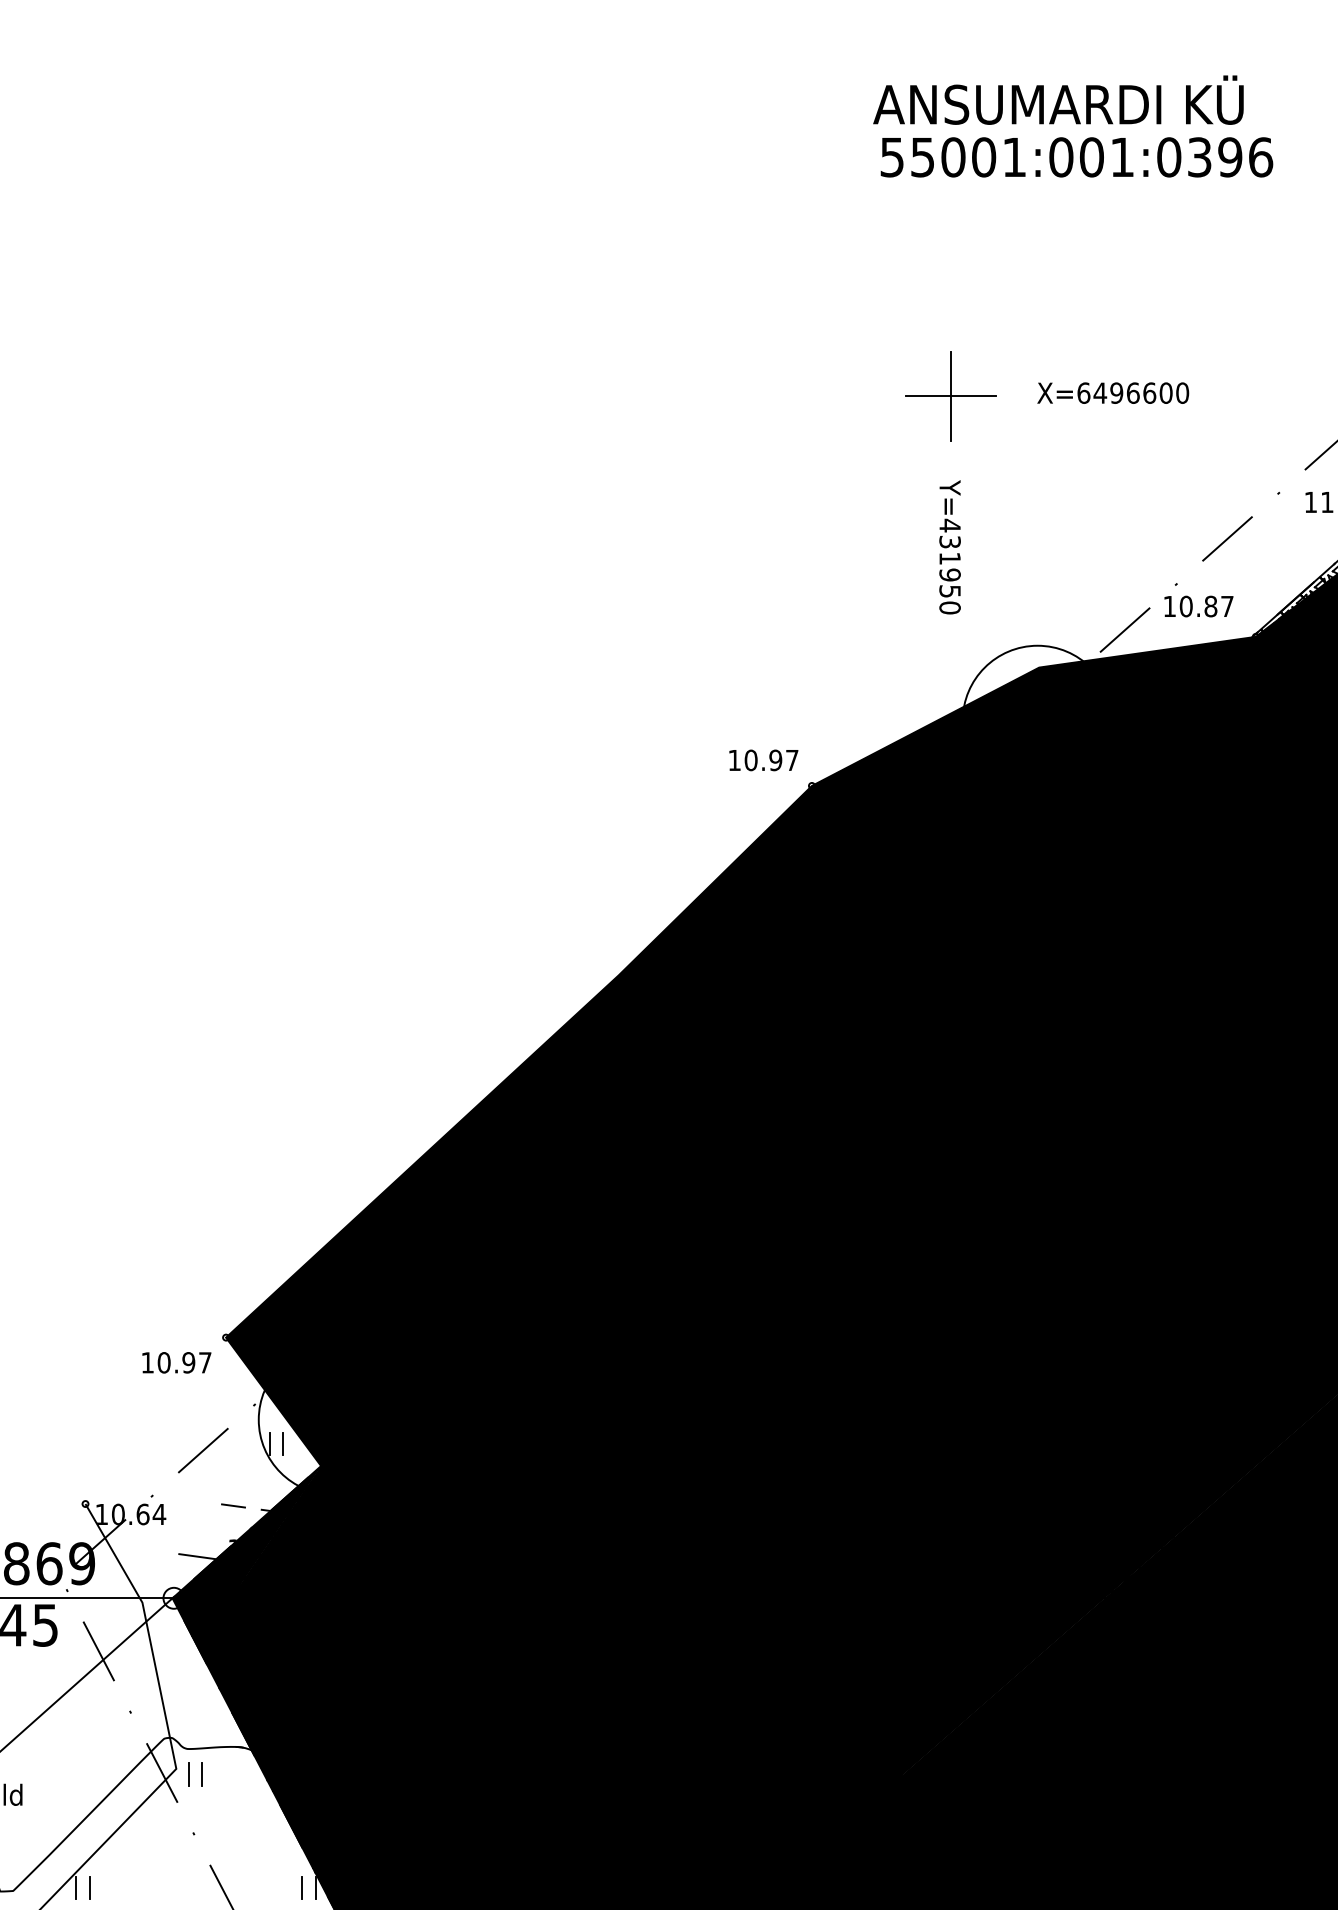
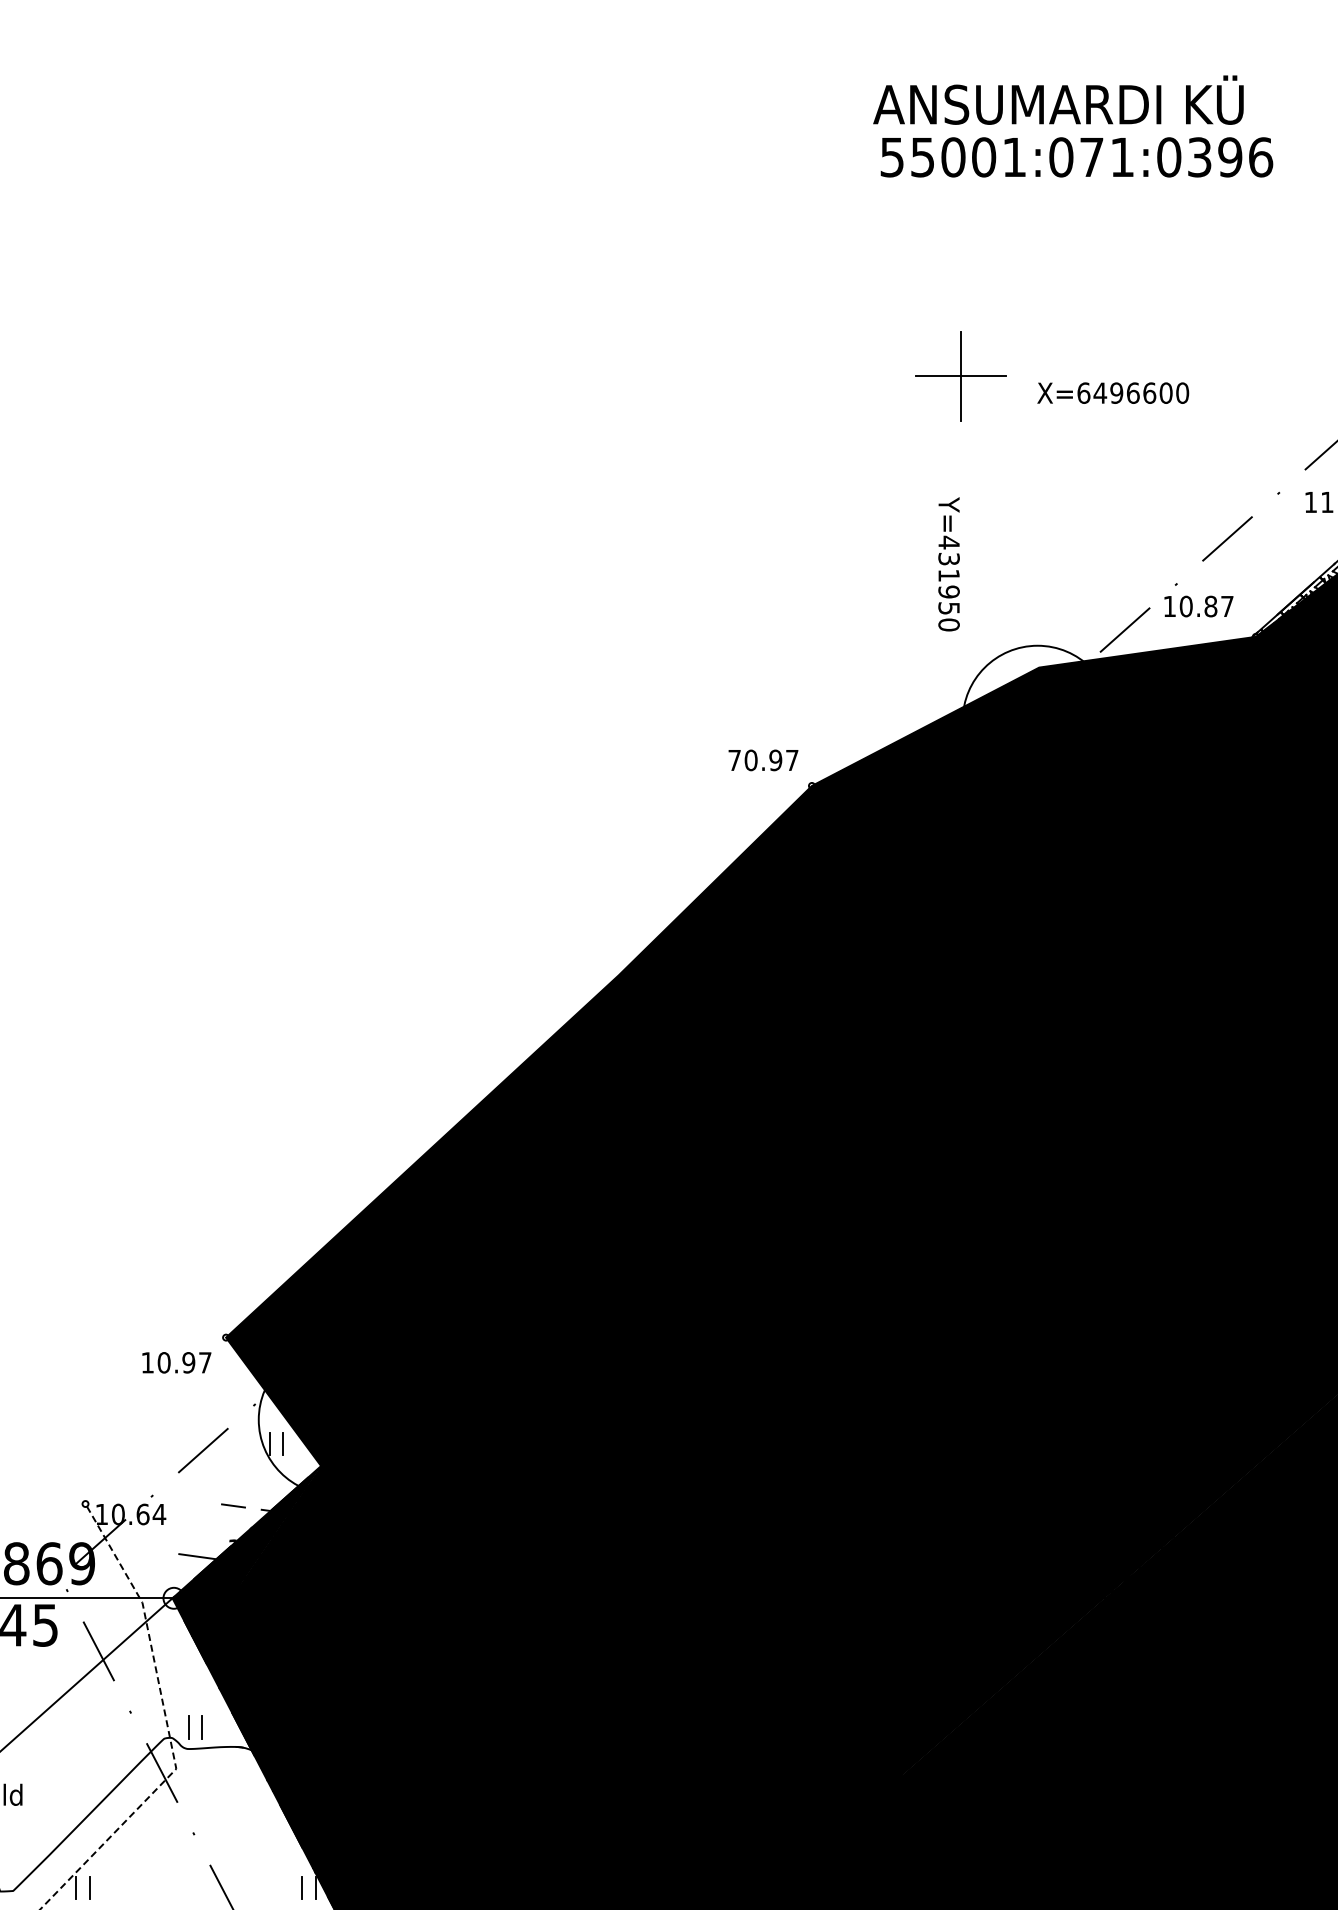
text at (1091, 157): 55001:001:0396 -> 55001:071:0396
part at (950, 396) position: (950, 396) -> (960, 376)
text at (949, 547) position: (949, 547) -> (948, 564)
text at (734, 760): 10.97 -> 70.97
line at (167, 1725): solid -> dashed
part at (195, 1774) position: (195, 1774) -> (195, 1727)
